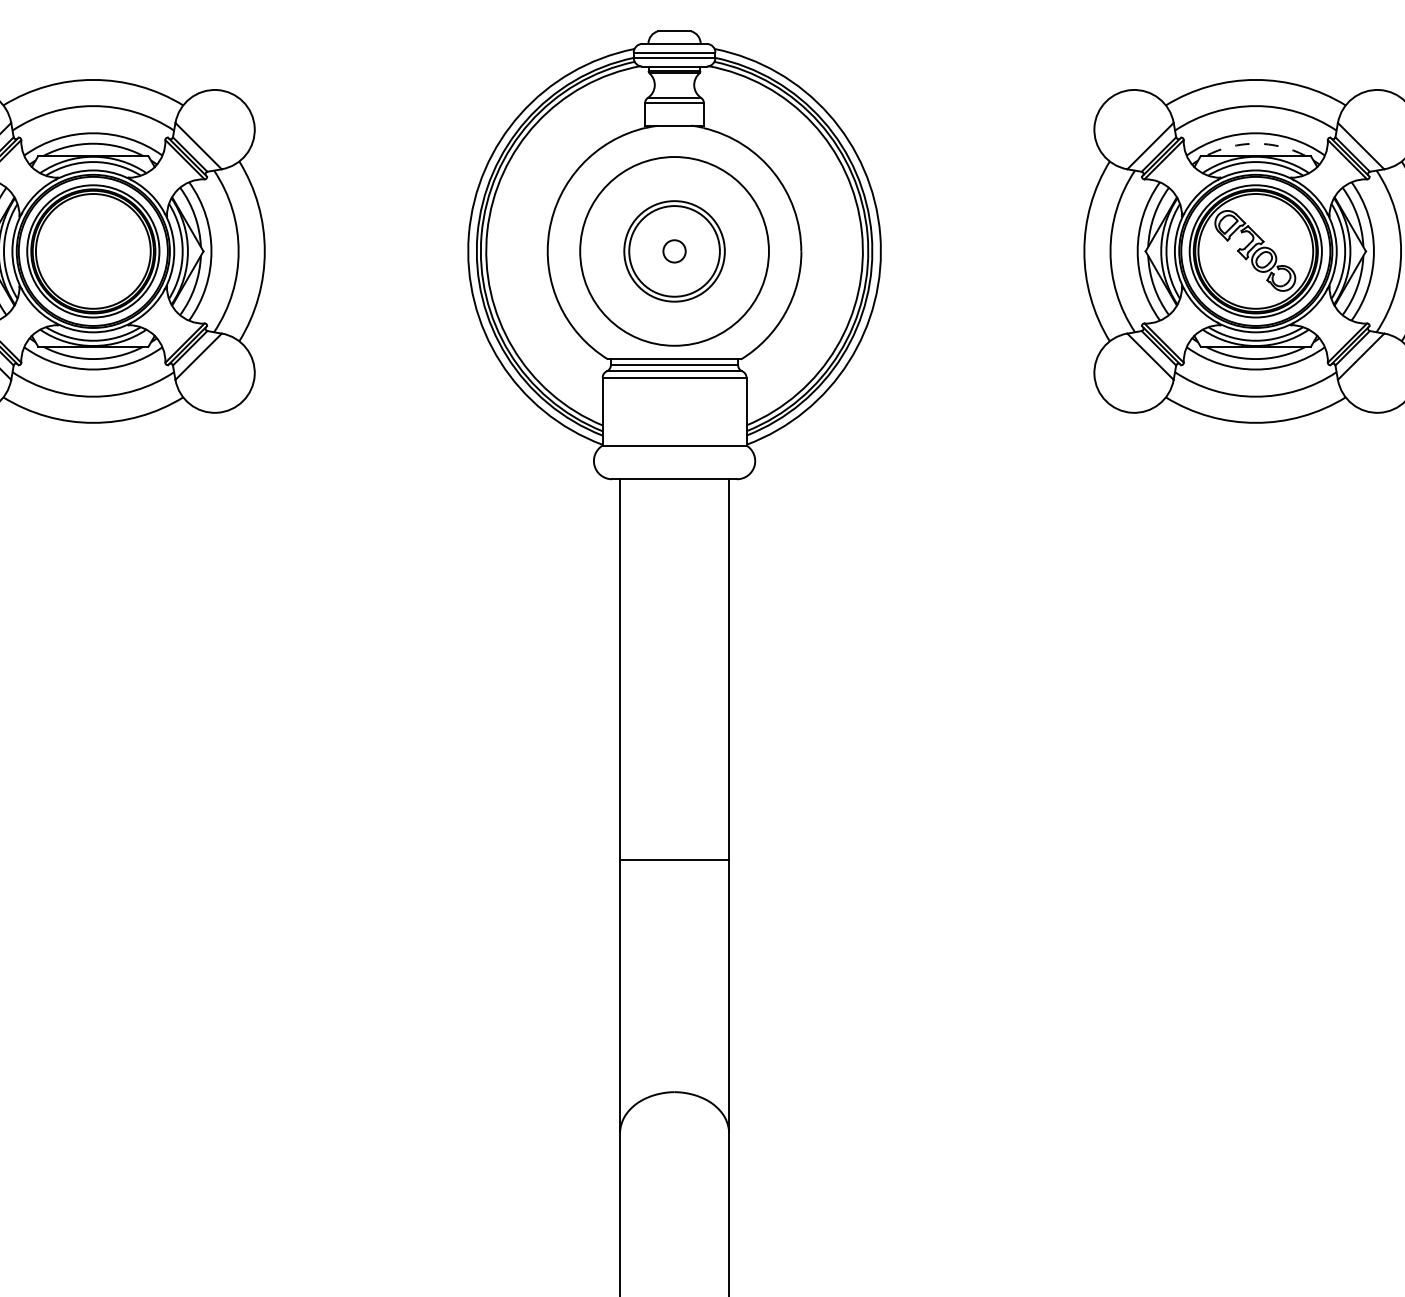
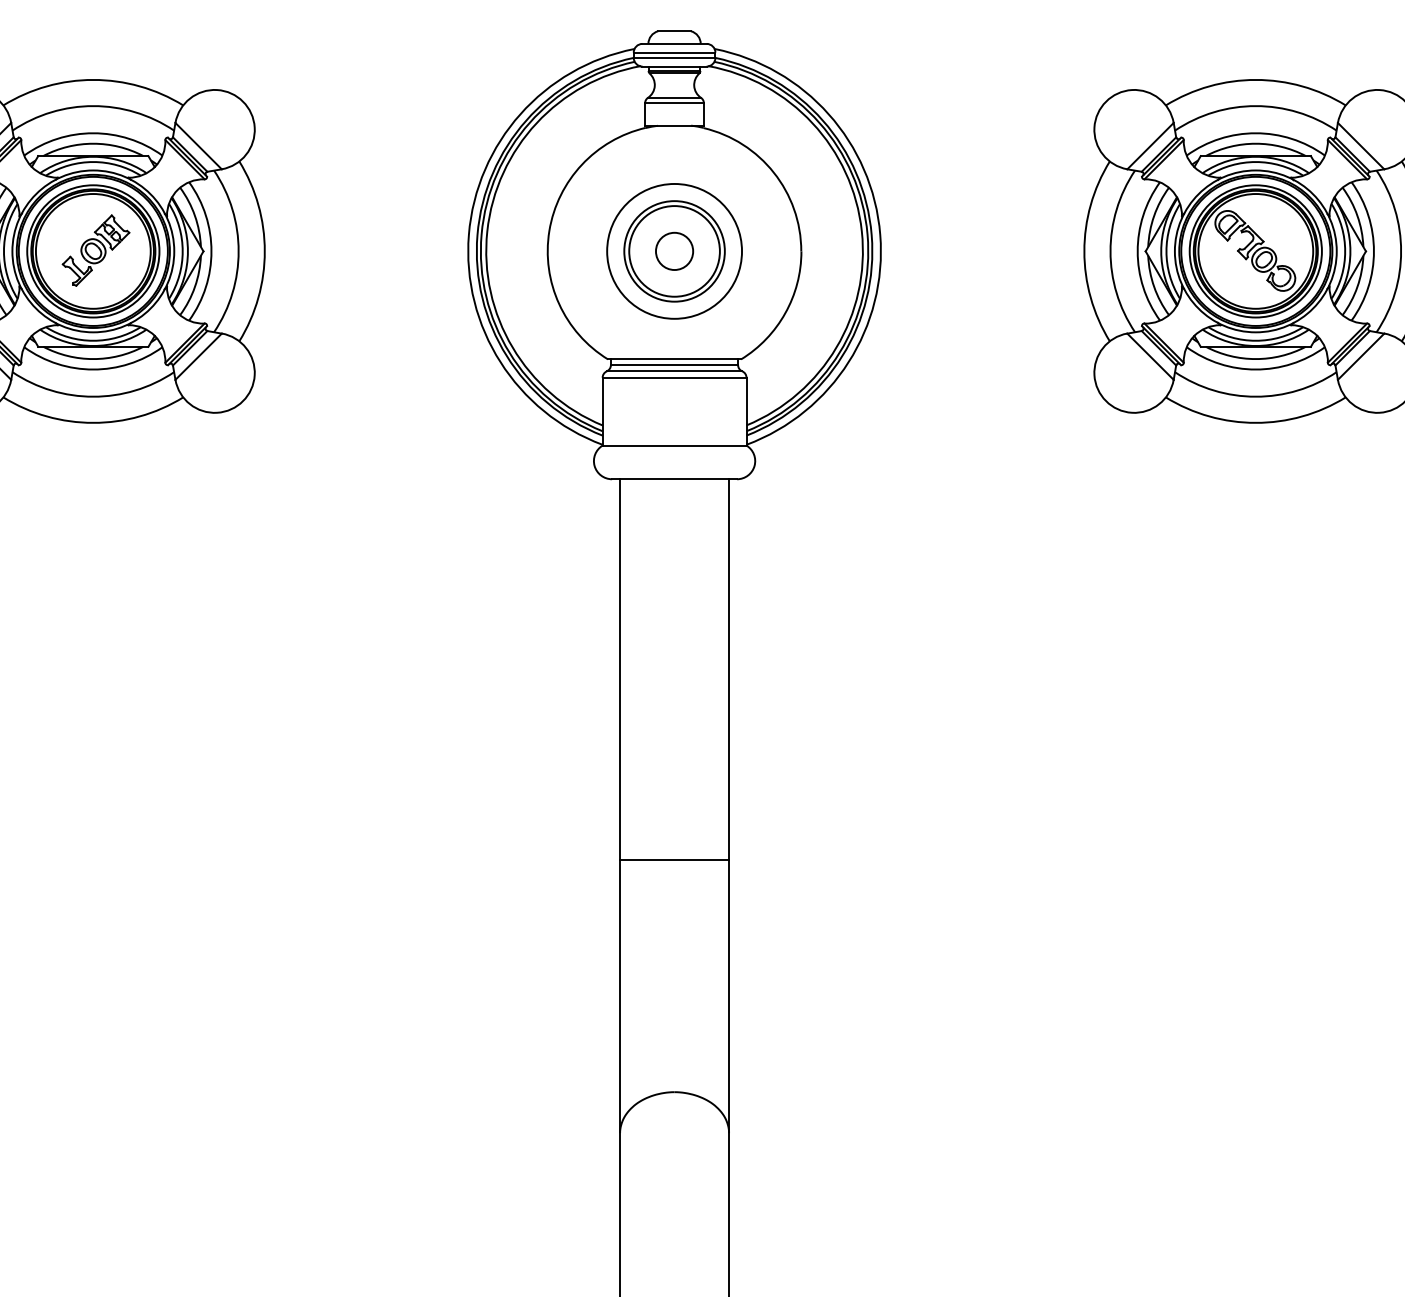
arc at (1255, 143): dashed -> solid
part at (95, 250): none -> present
circle at (674, 251) diameter: 189 px -> 135 px
circle at (674, 251) diameter: 22 px -> 37 px
